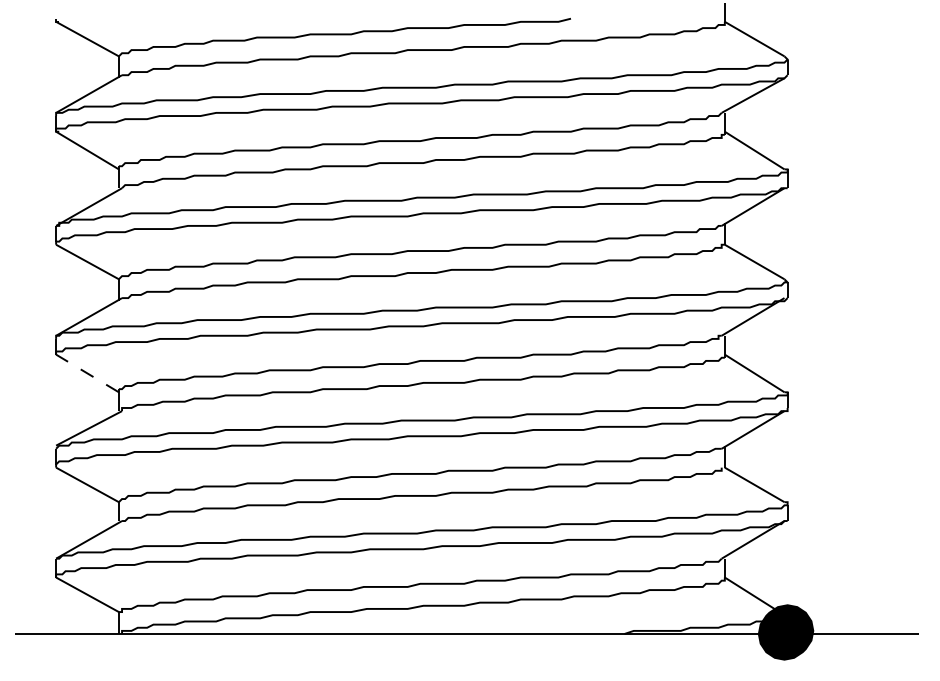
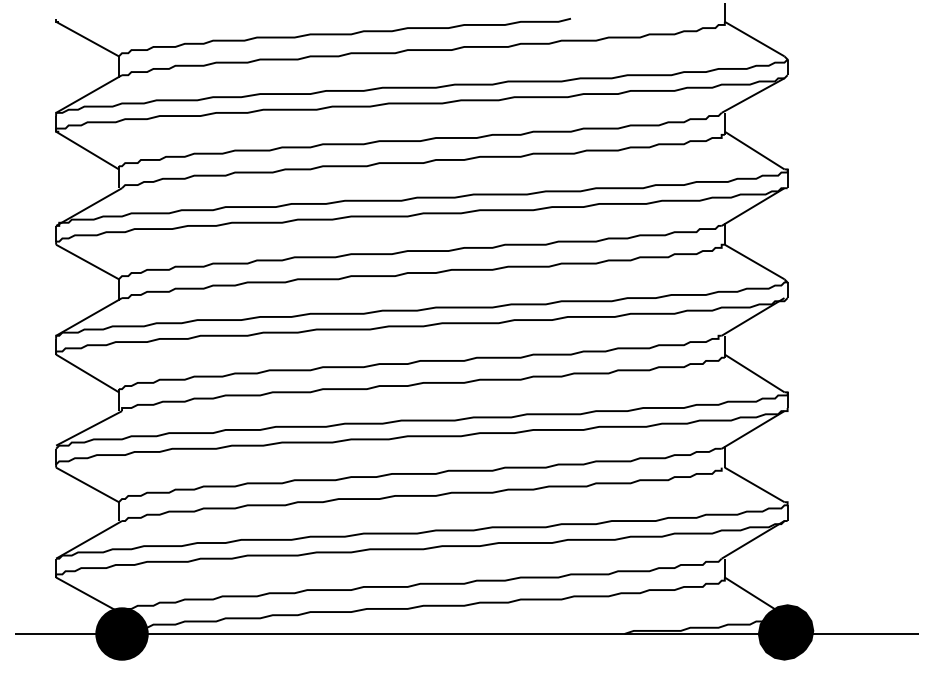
line at (87, 373): dashed -> solid
fill at (121, 633): none -> present
